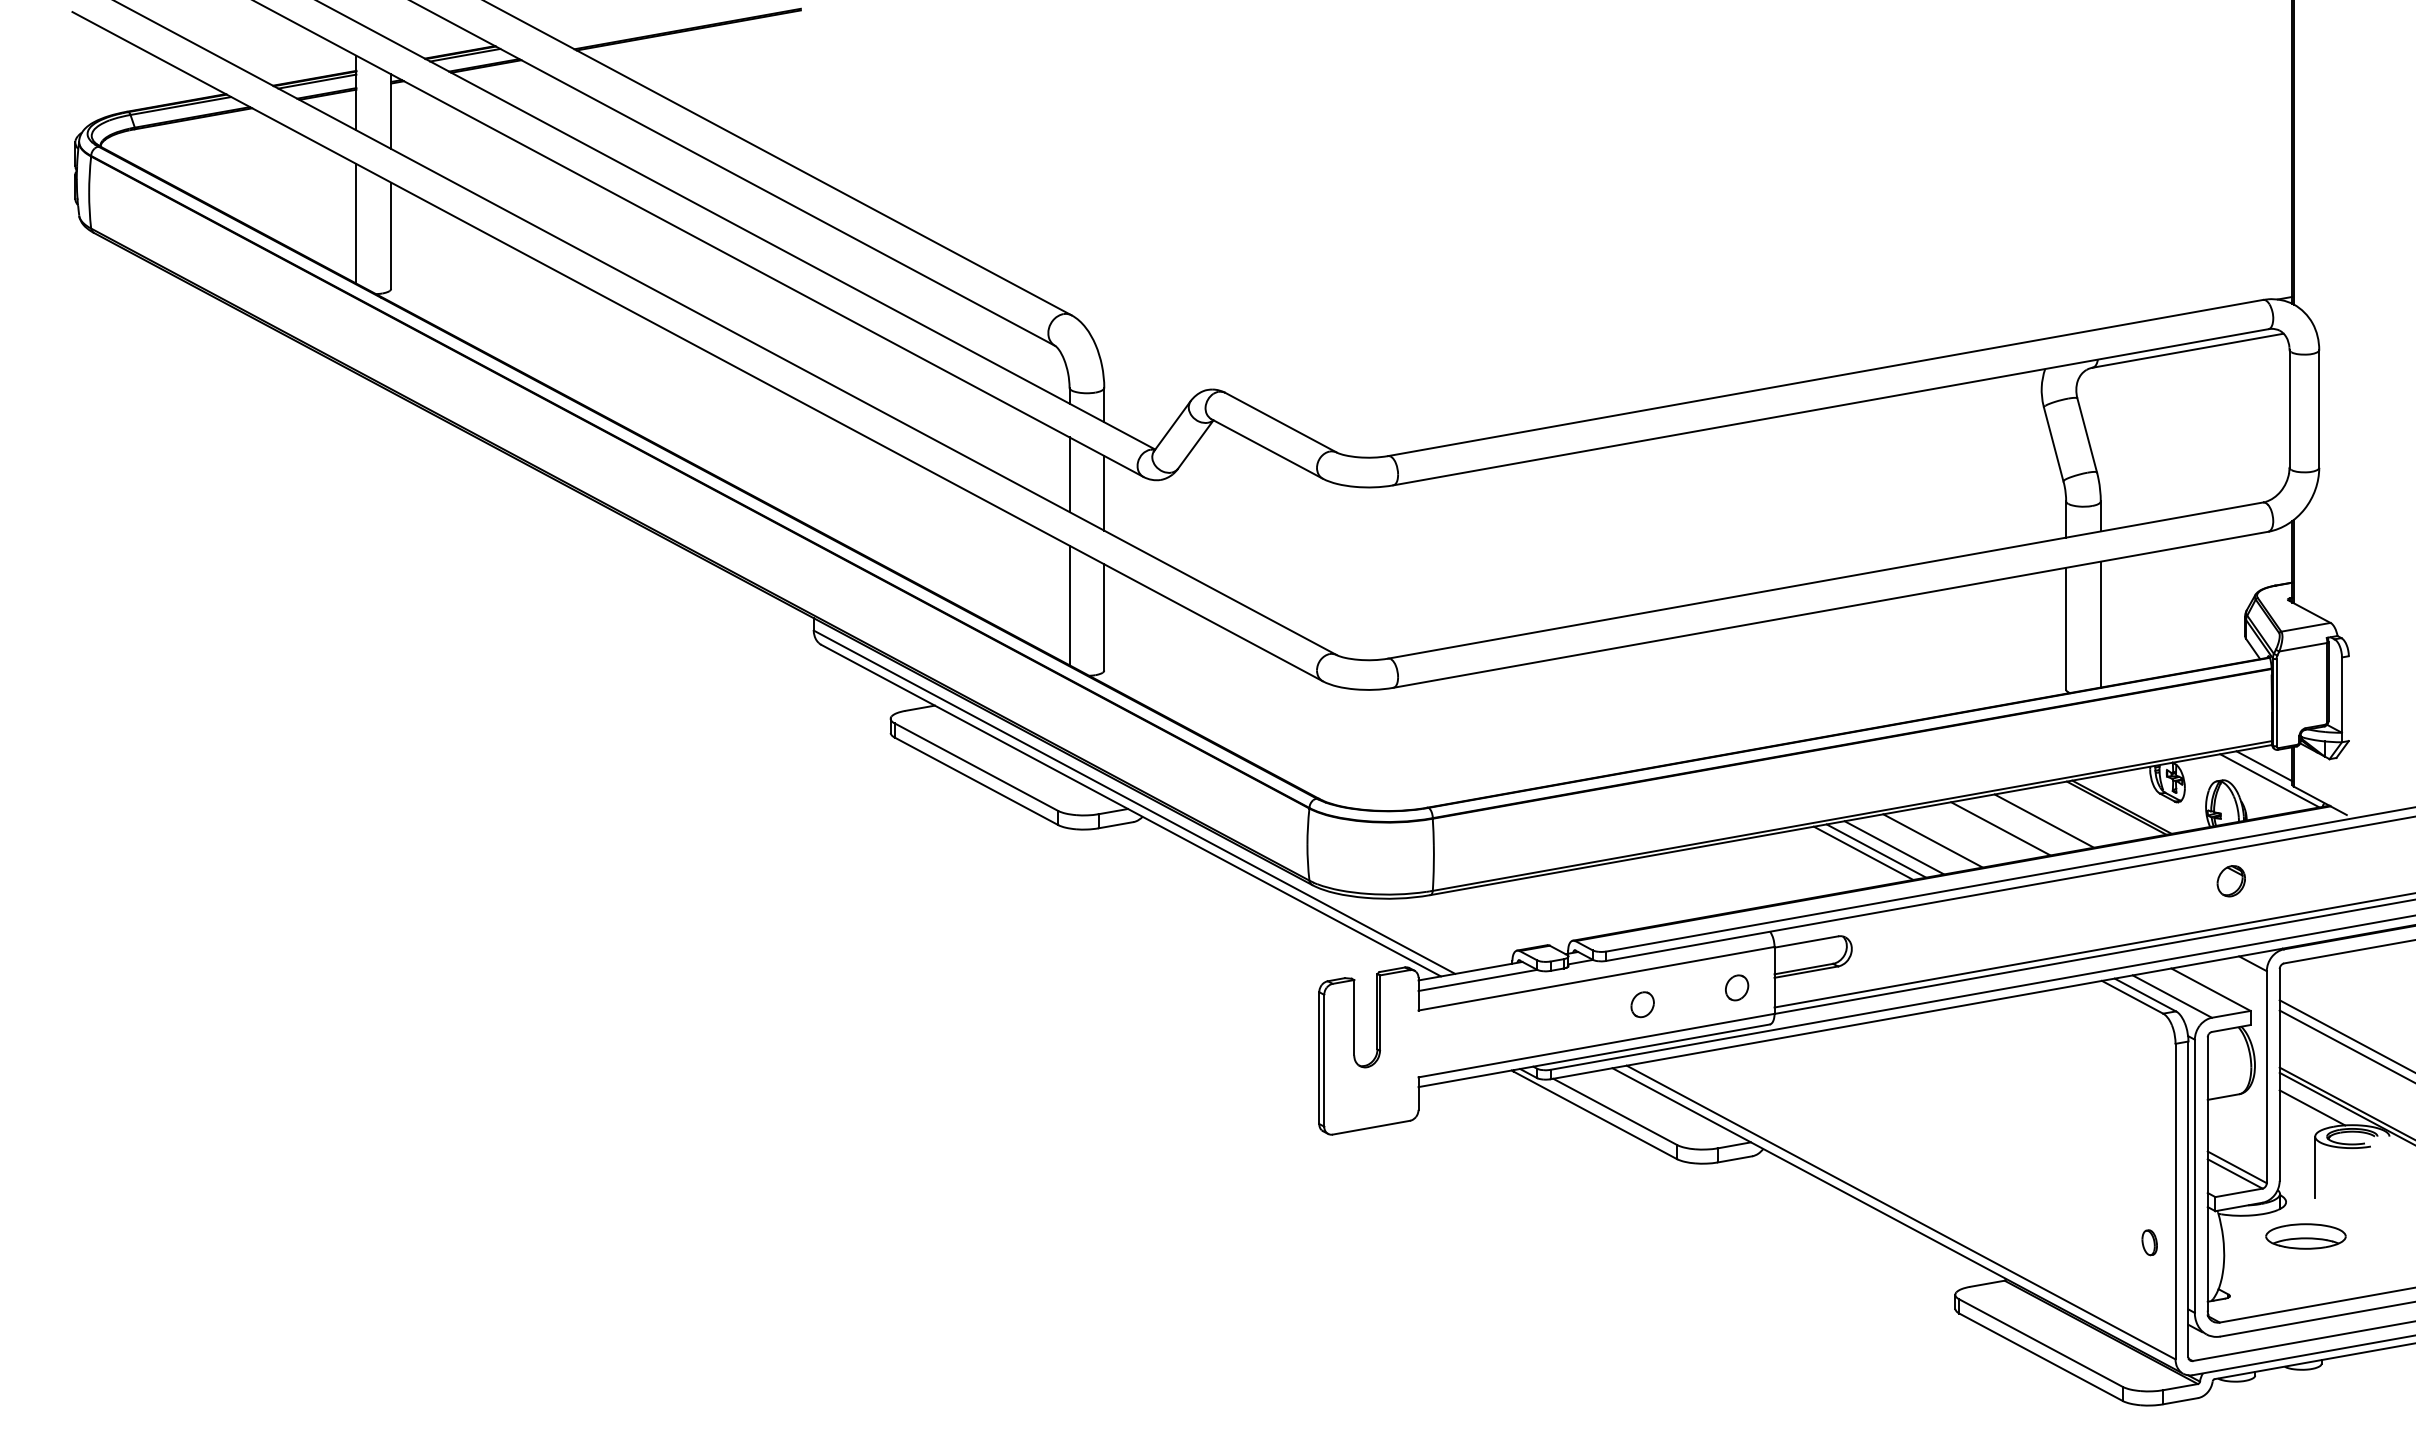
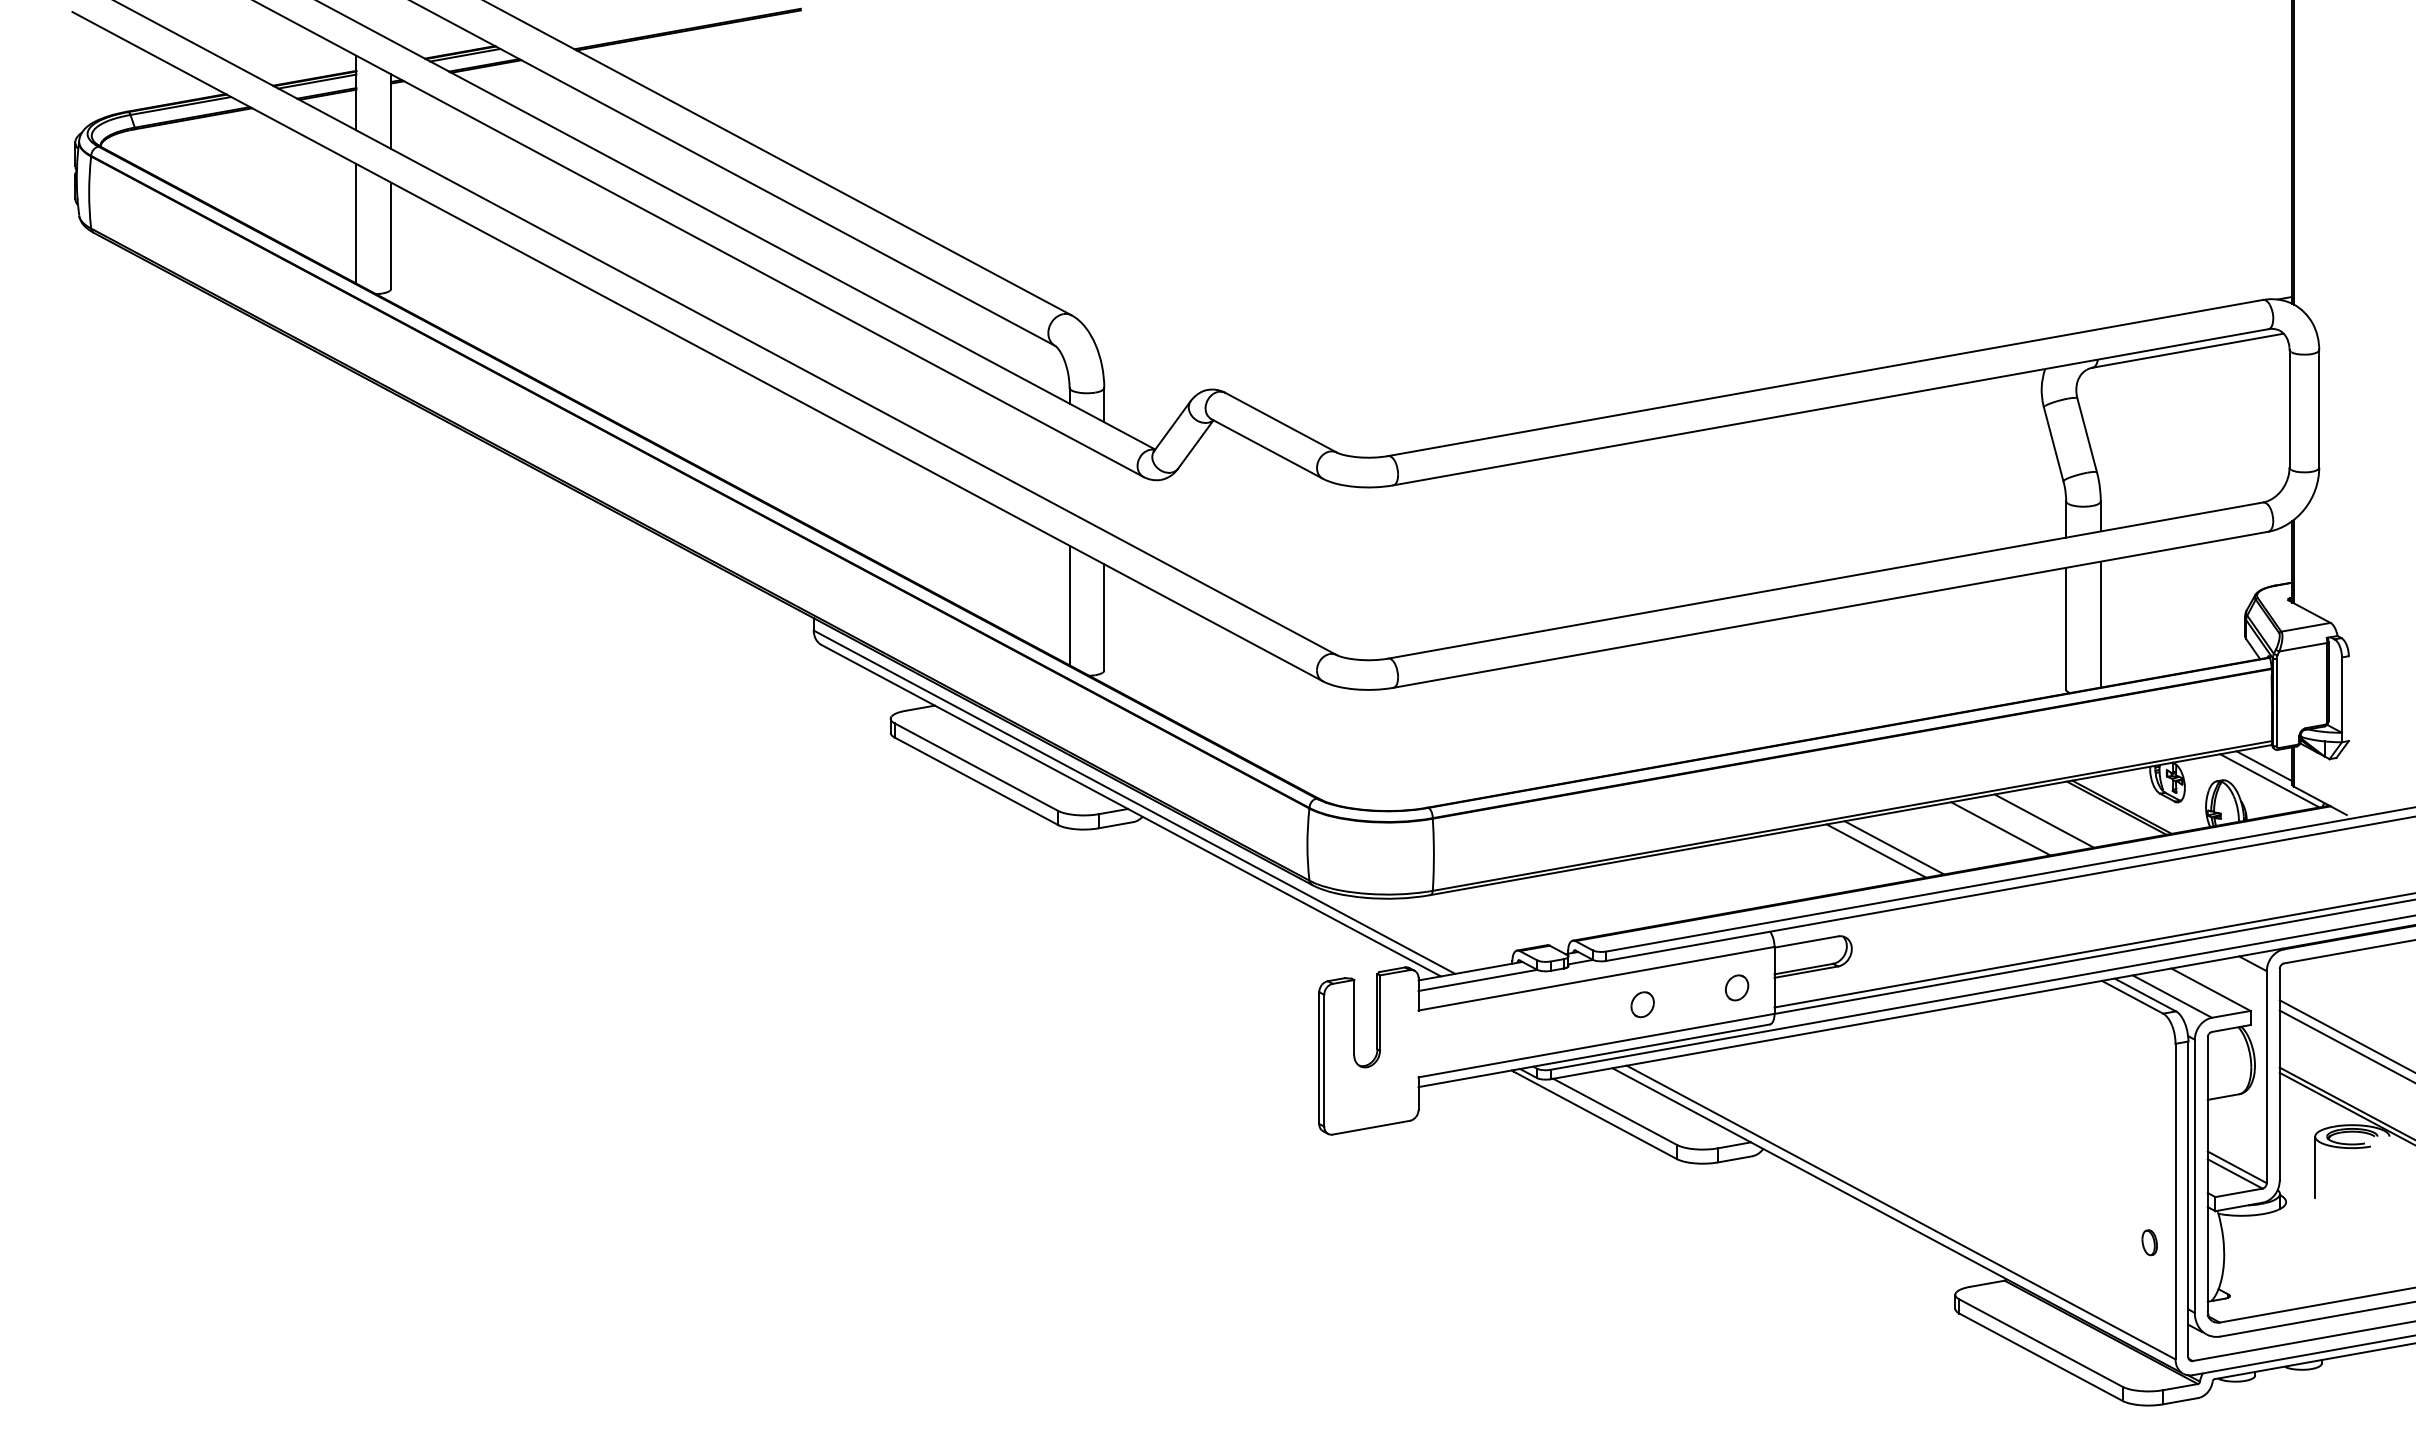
line at (1069, 474): present -> none
line at (1104, 492): present -> none
line at (1932, 840): present -> none
line at (1863, 852): present -> none
part at (2230, 881): present -> none
line at (2312, 1107): present -> none
part at (2305, 1236): present -> none
